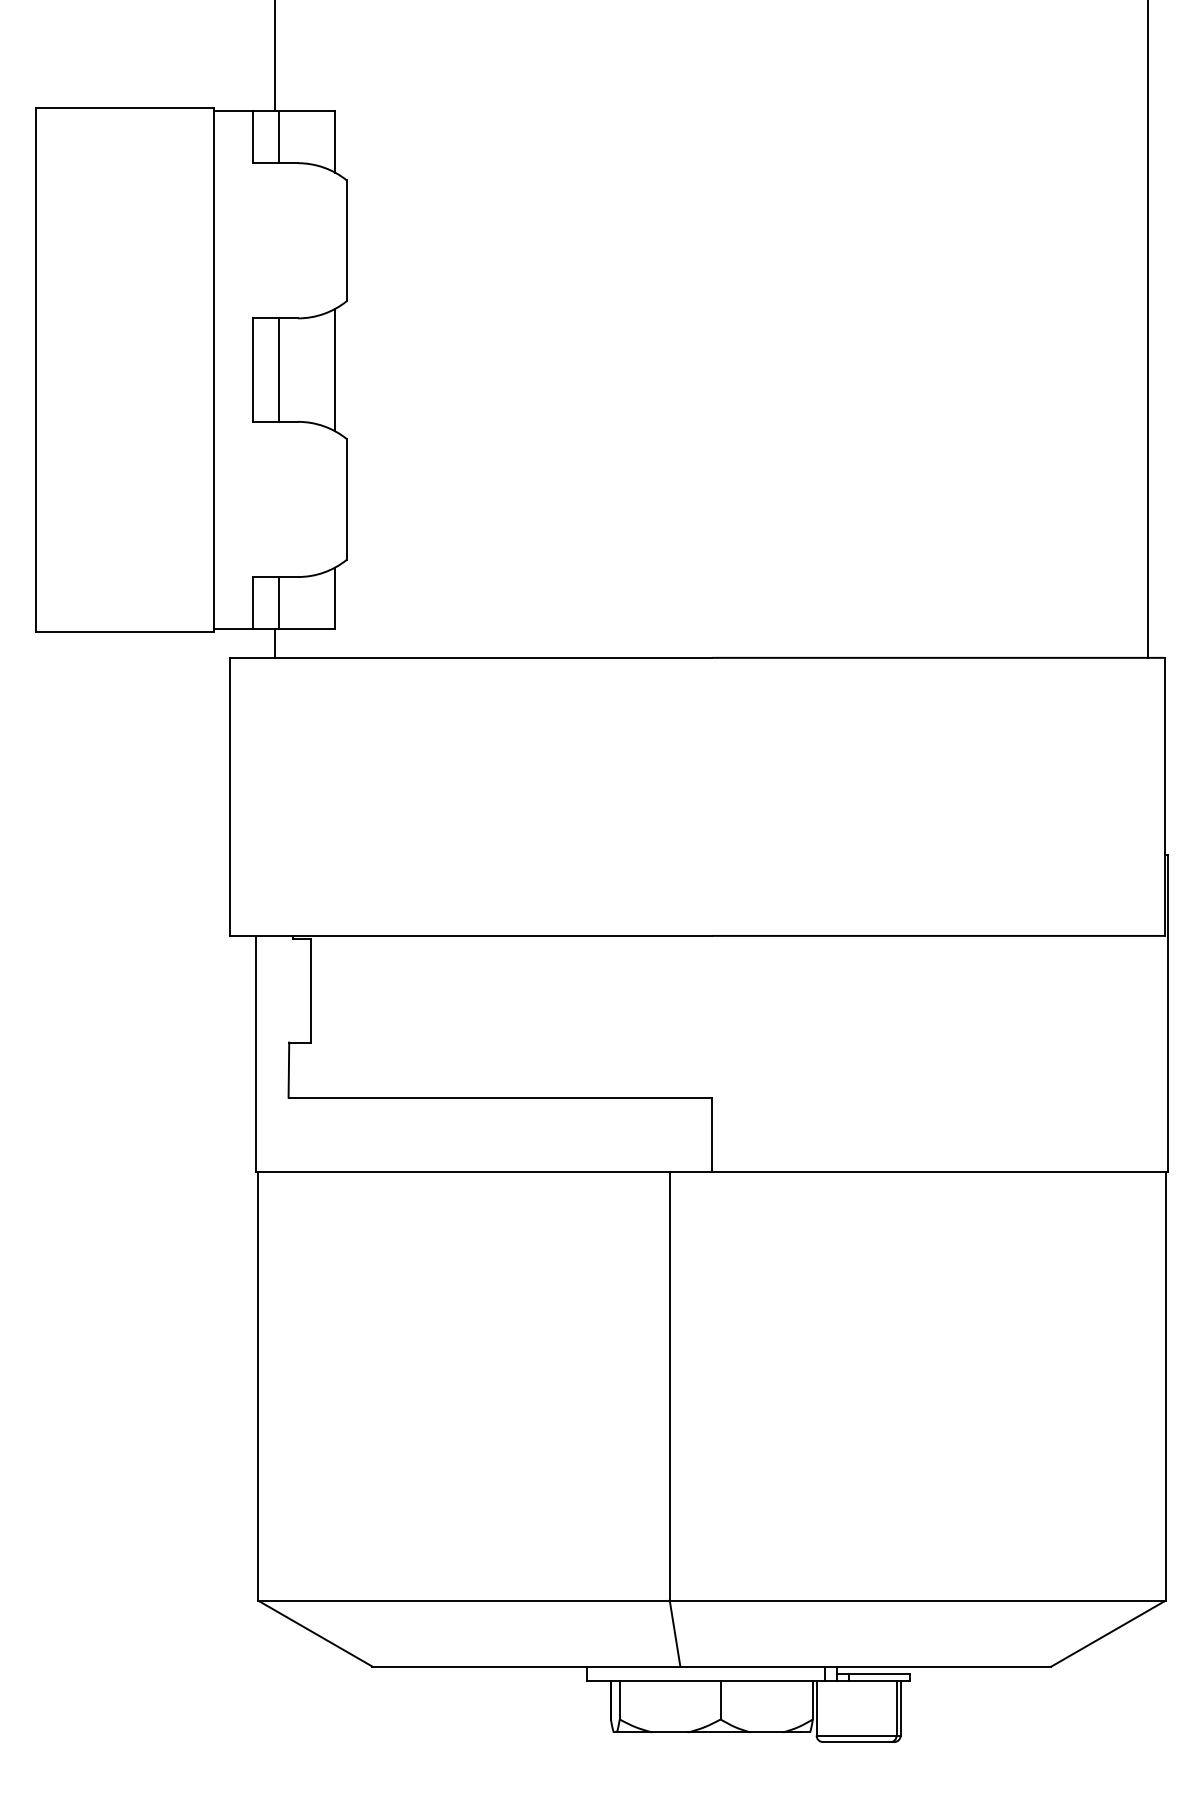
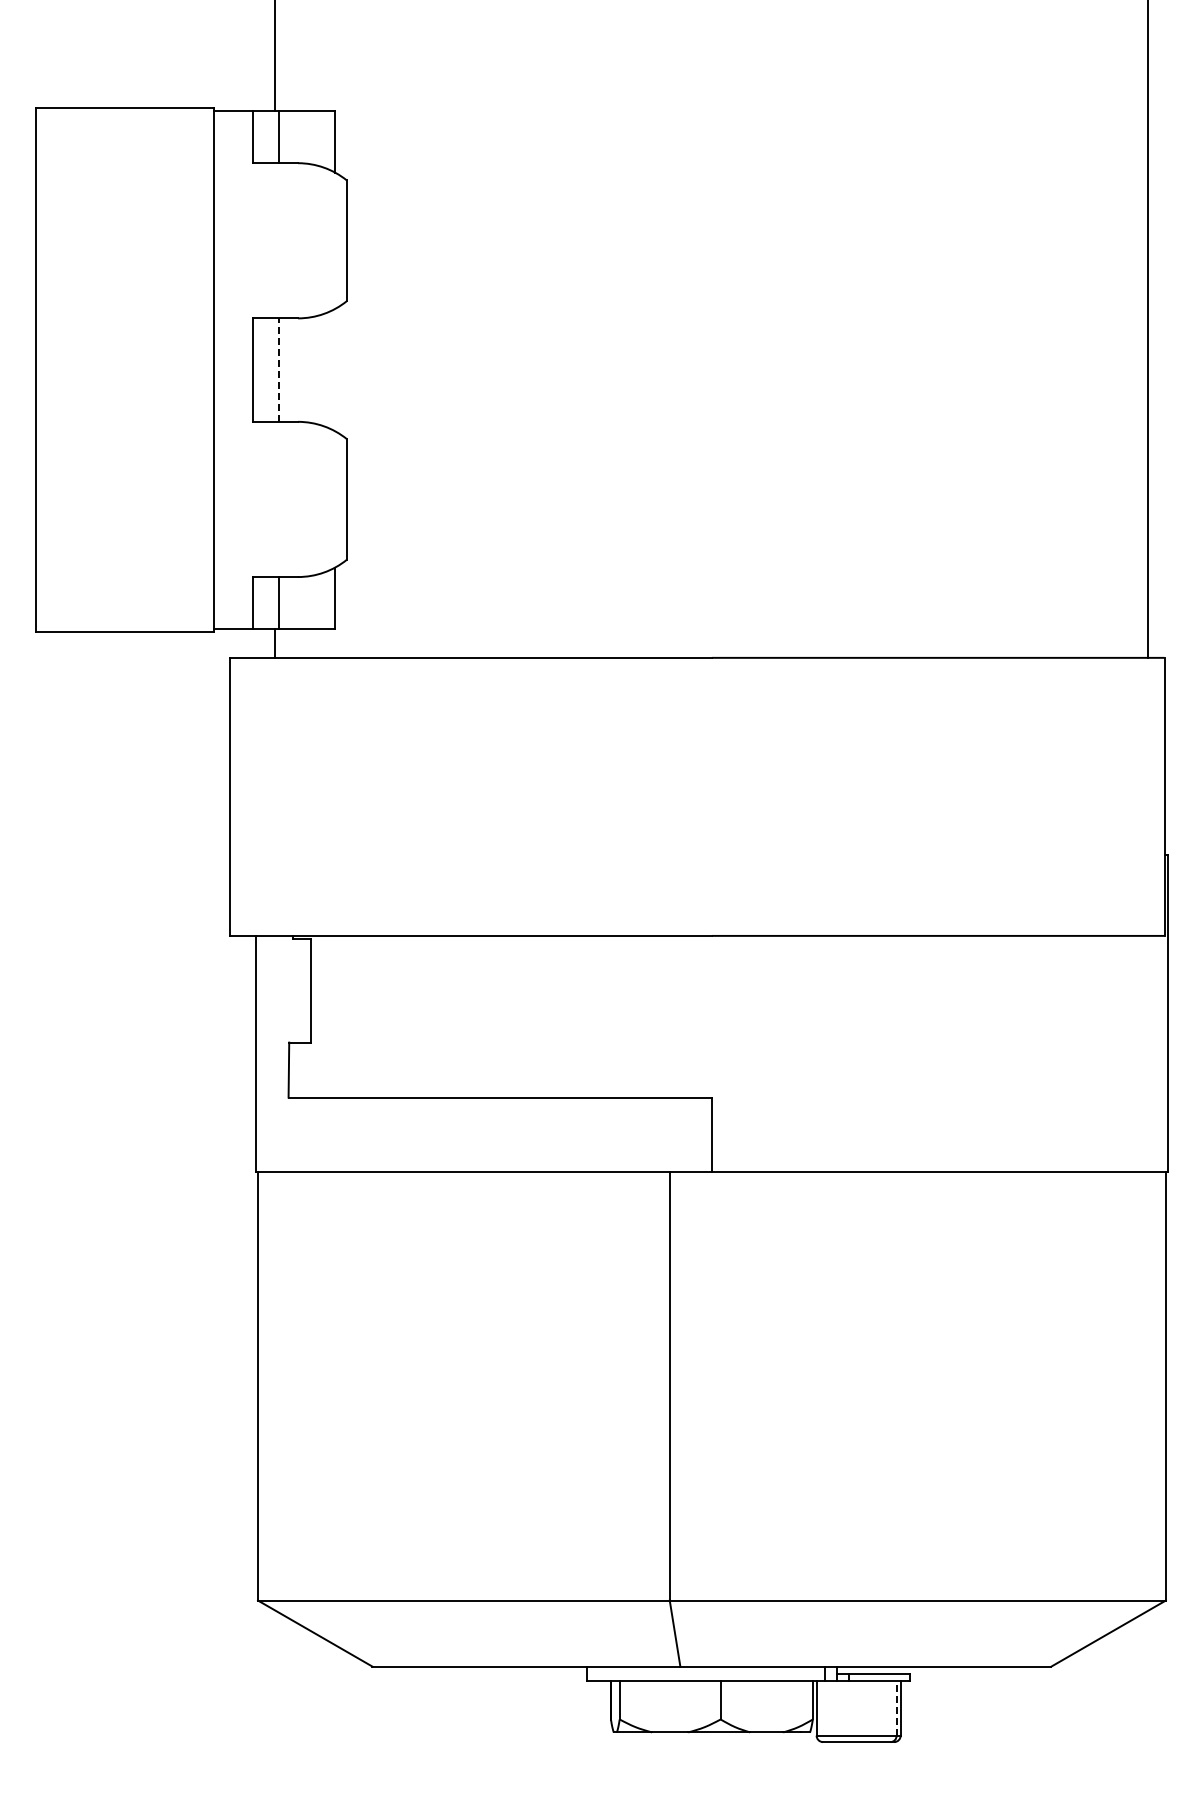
line at (278, 370): solid -> dashed
line at (334, 370): present -> none
line at (896, 1707): solid -> dashed
